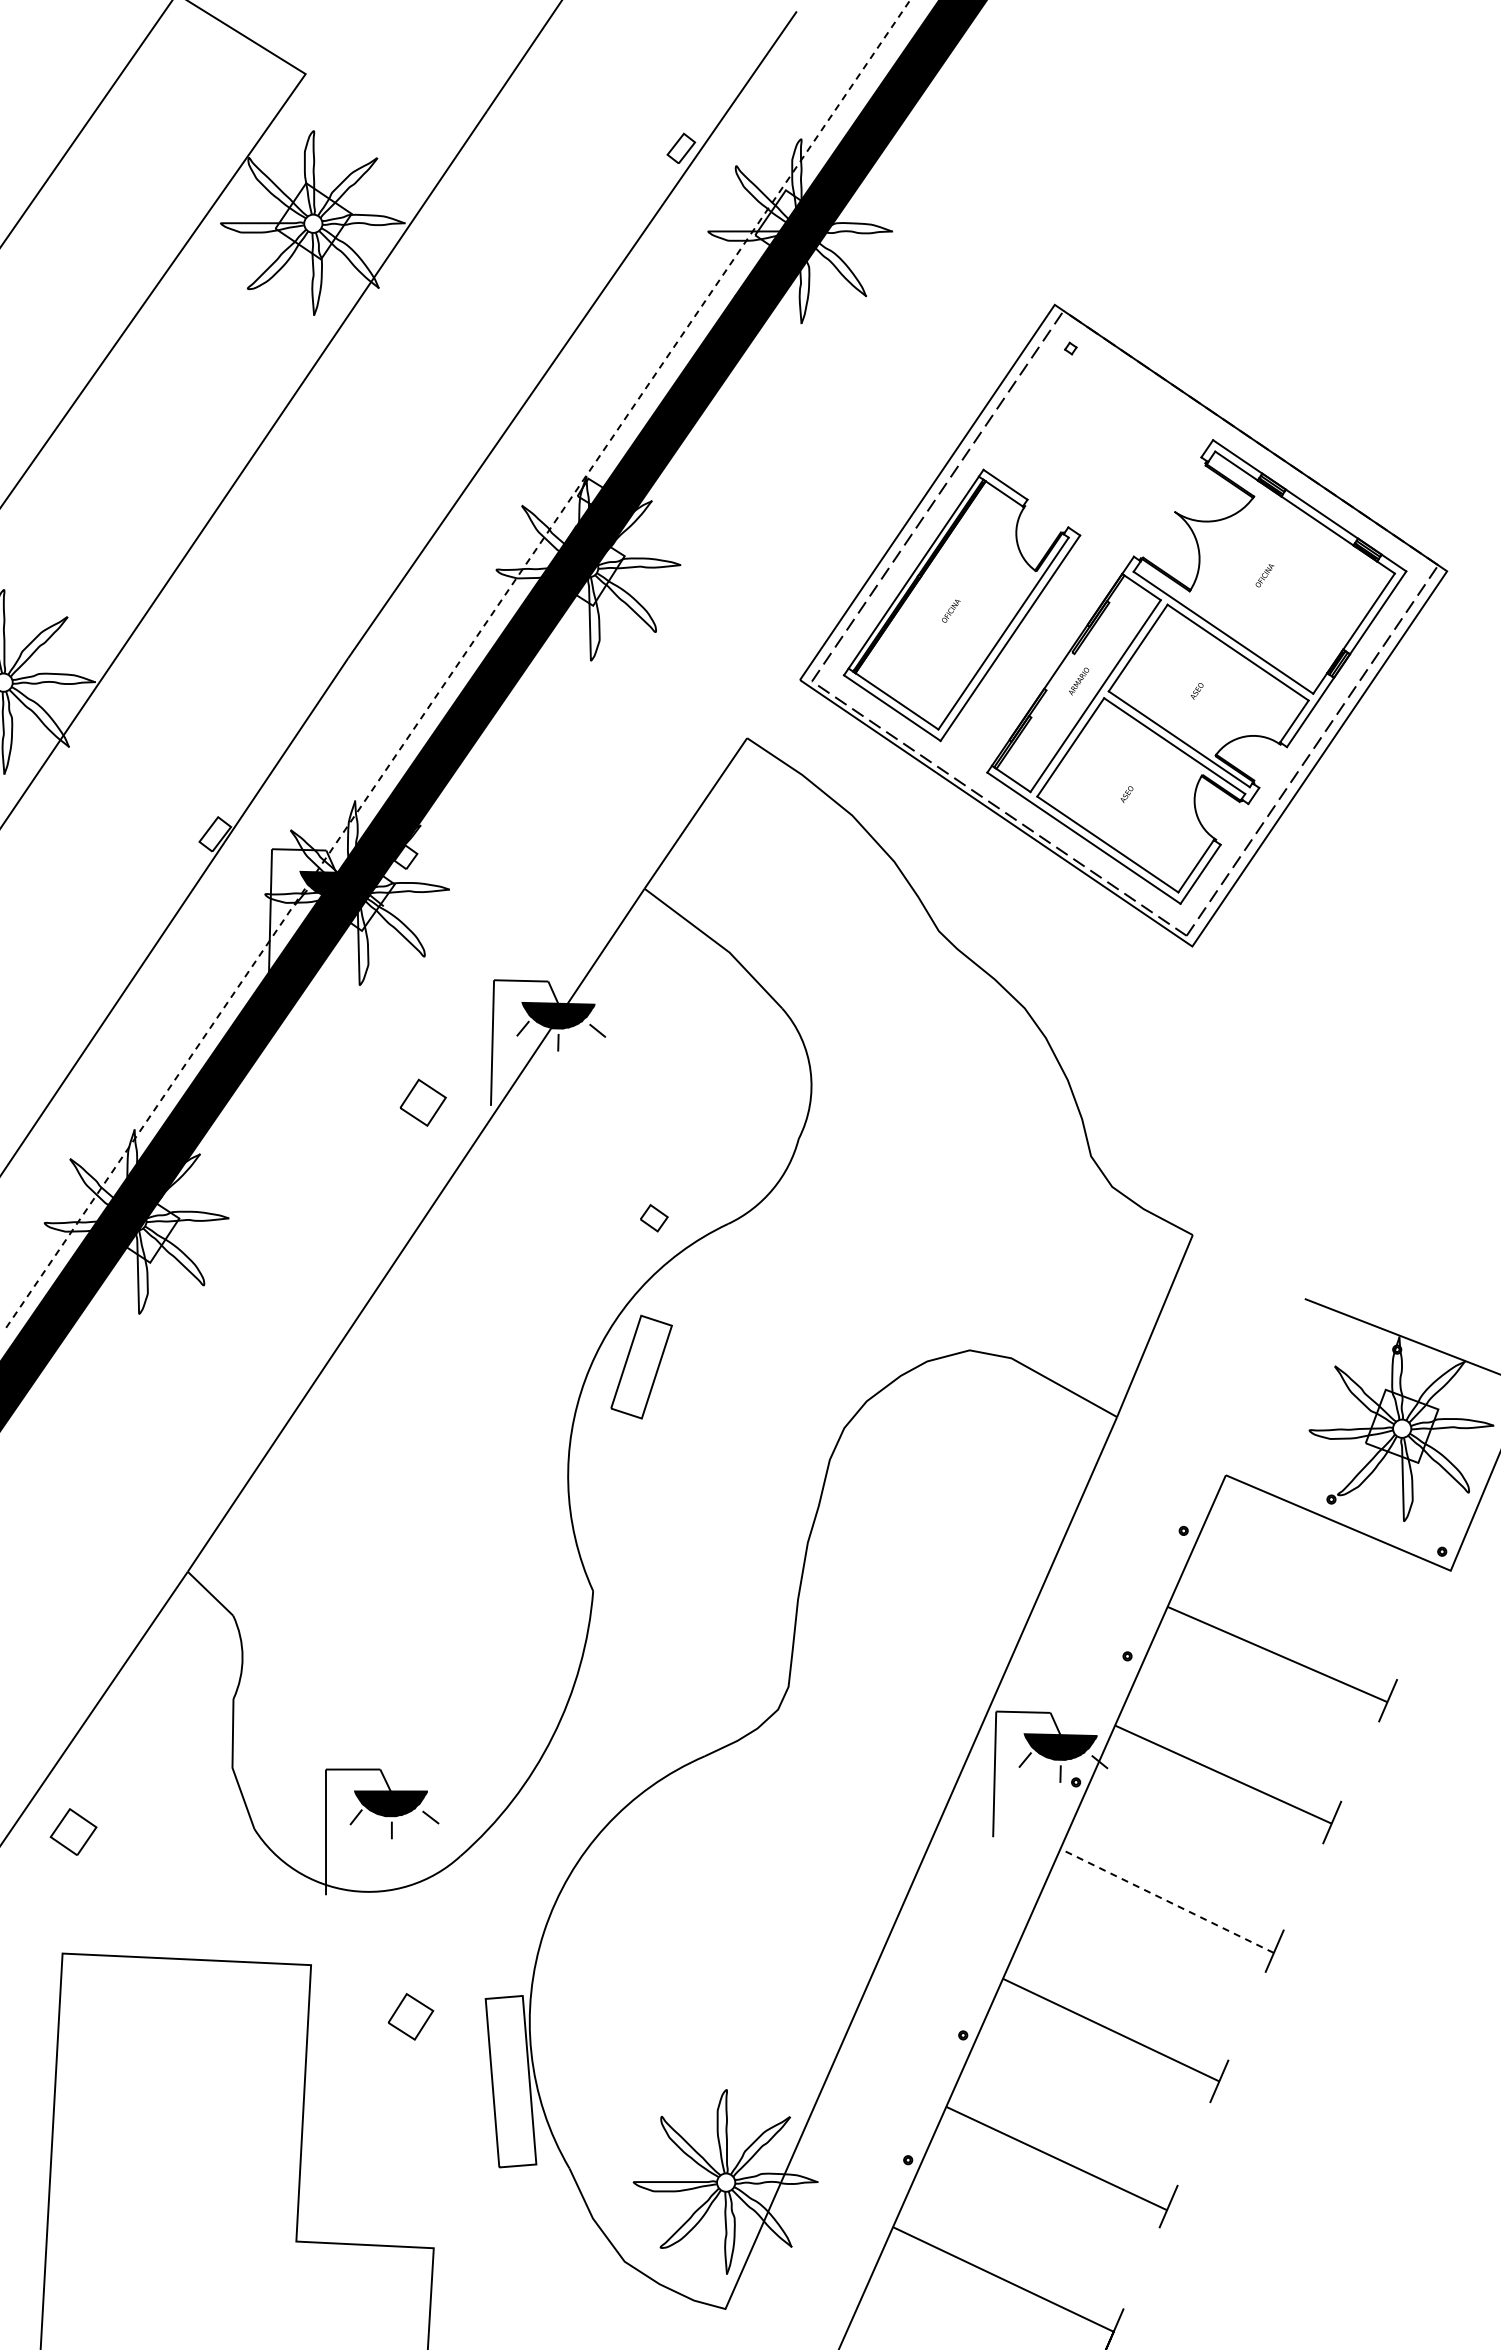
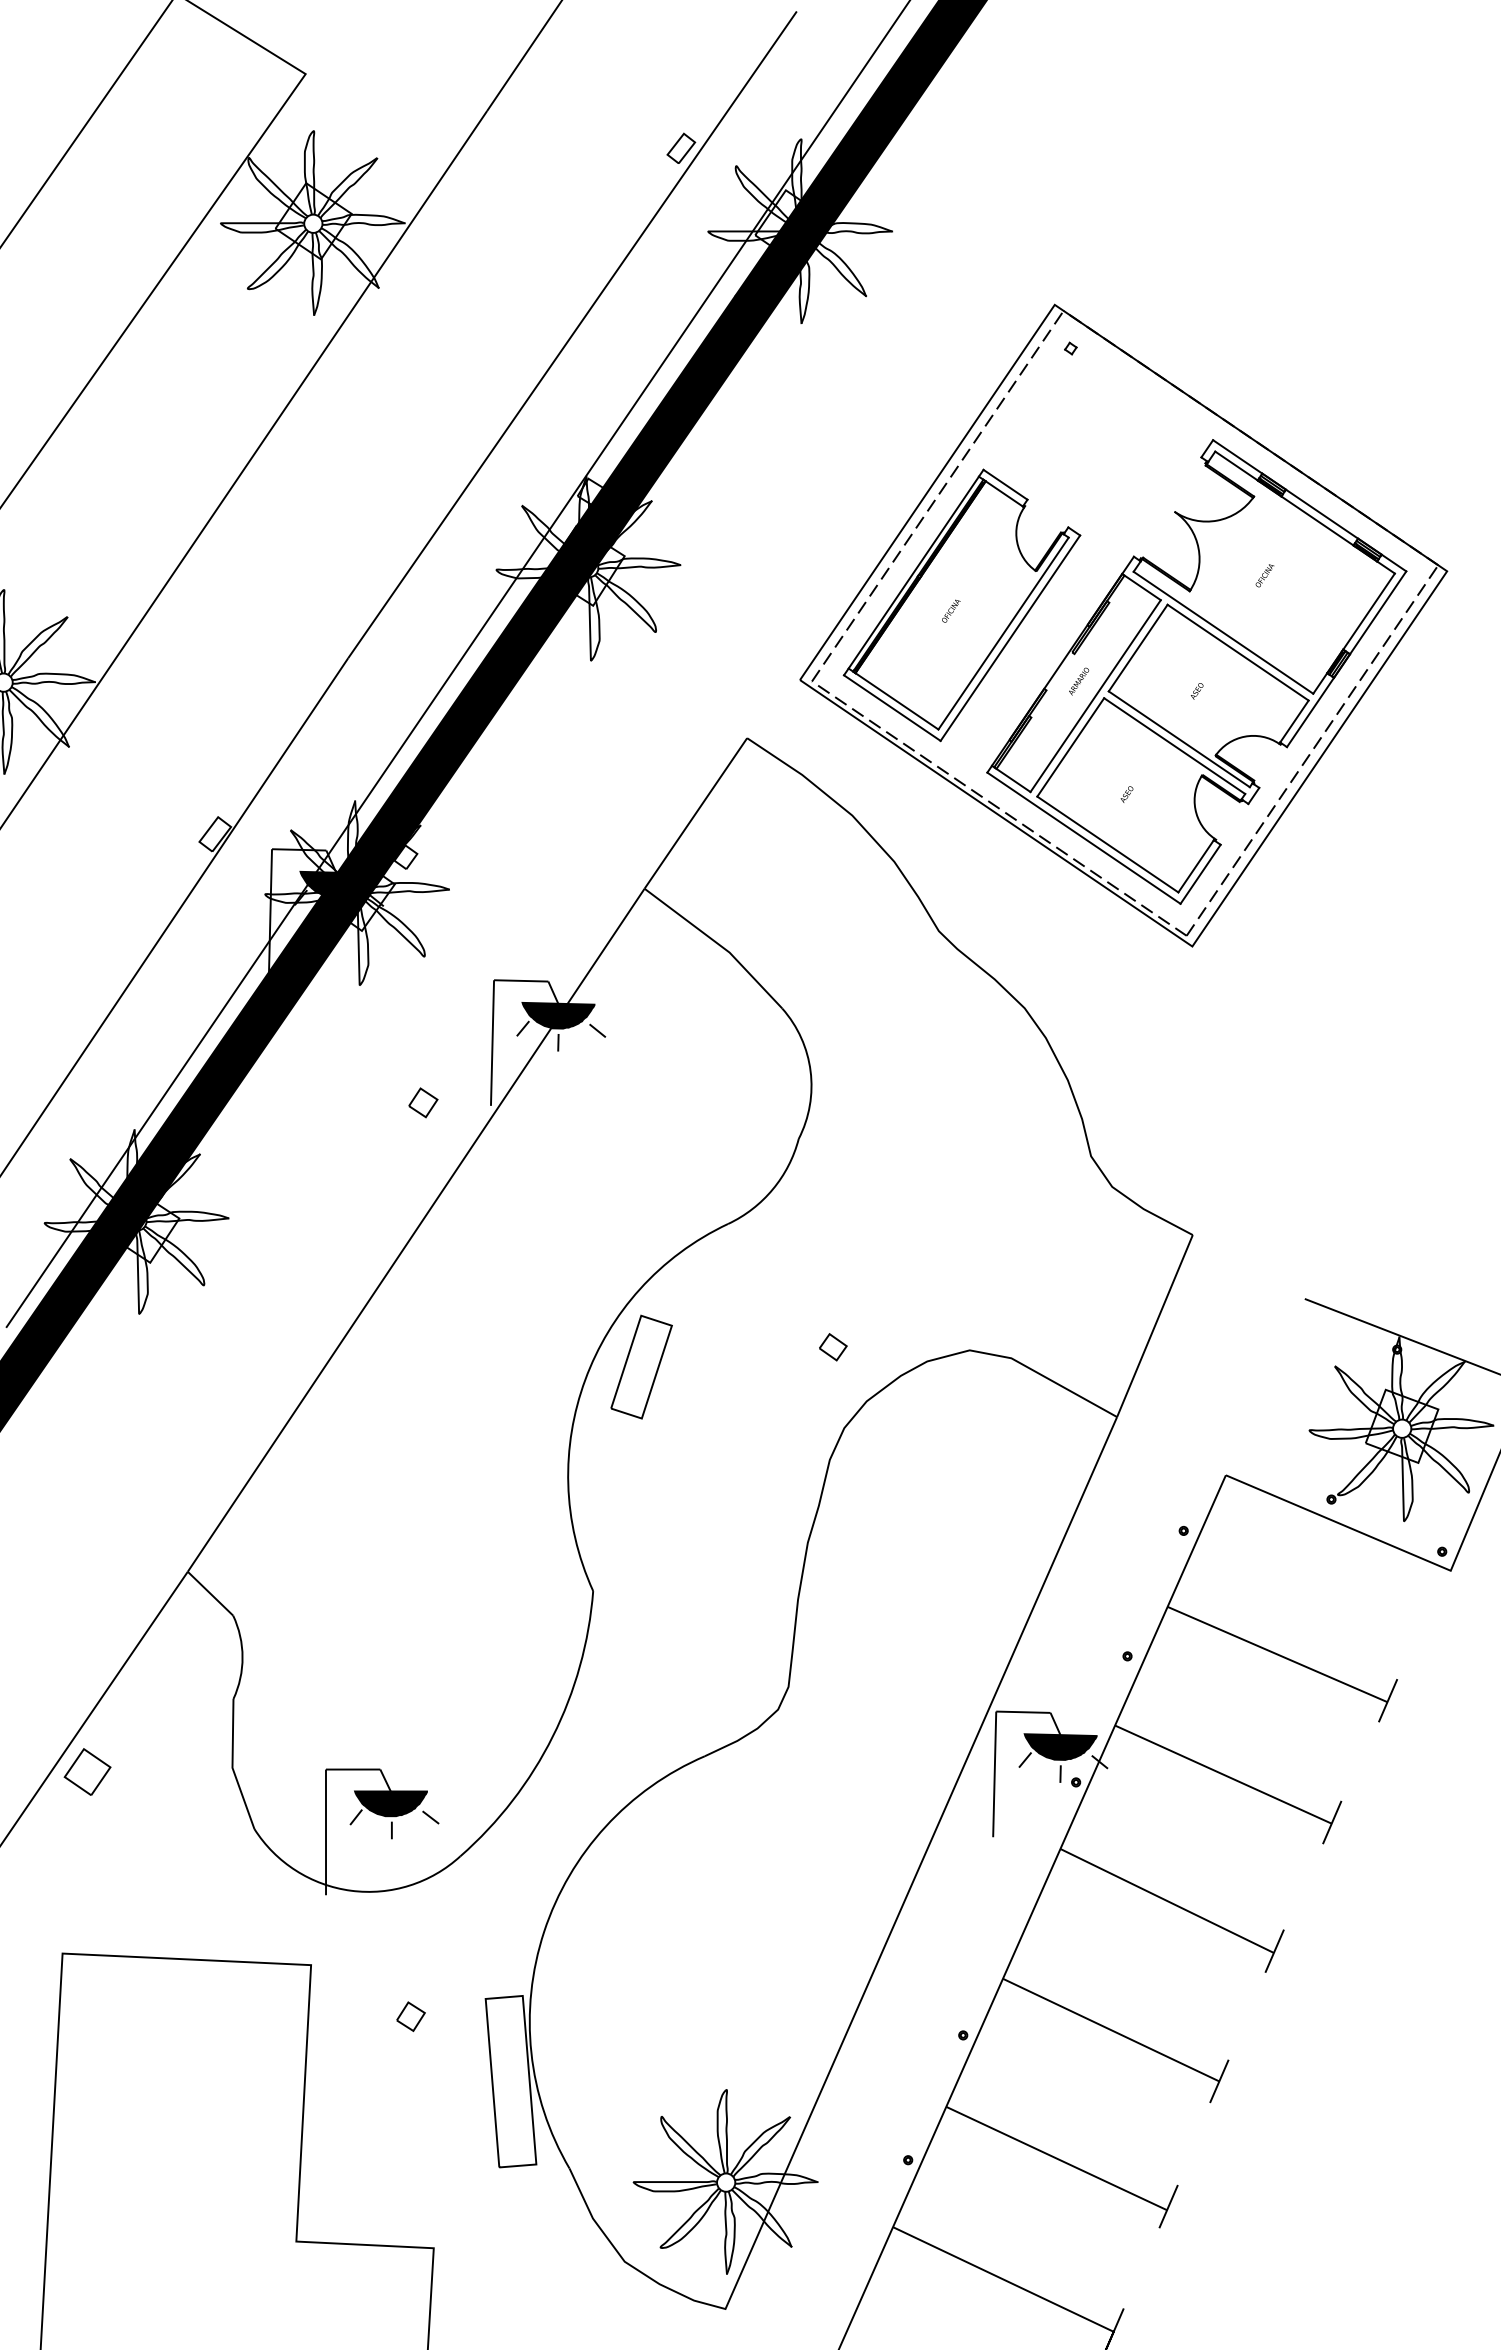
line at (458, 664): dashed -> solid
part at (422, 1102) size: 48x49 px -> 31x32 px
part at (654, 1218) position: (654, 1218) -> (833, 1347)
part at (73, 1831) position: (73, 1831) -> (87, 1771)
line at (1167, 1900): dashed -> solid
part at (410, 2016) size: 48x48 px -> 30x31 px
